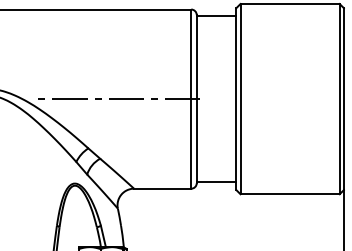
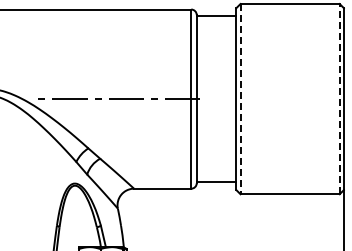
line at (339, 98): solid -> dashed
line at (240, 99): solid -> dashed
